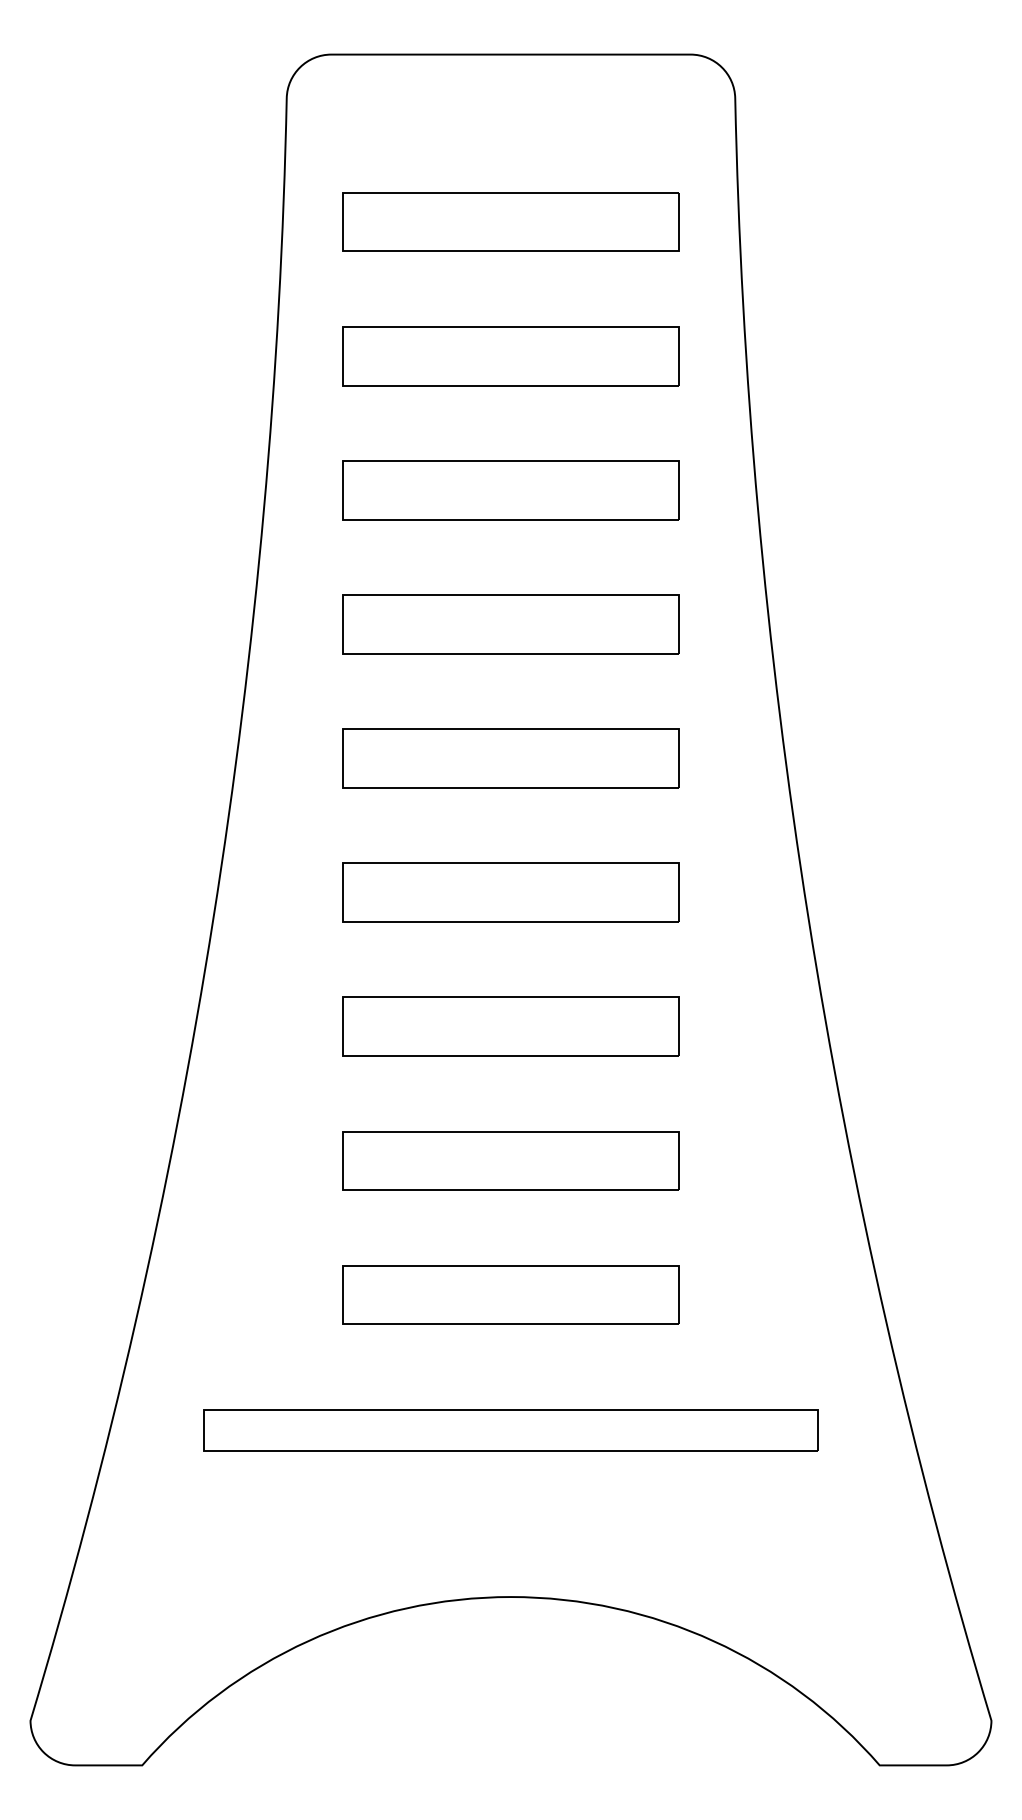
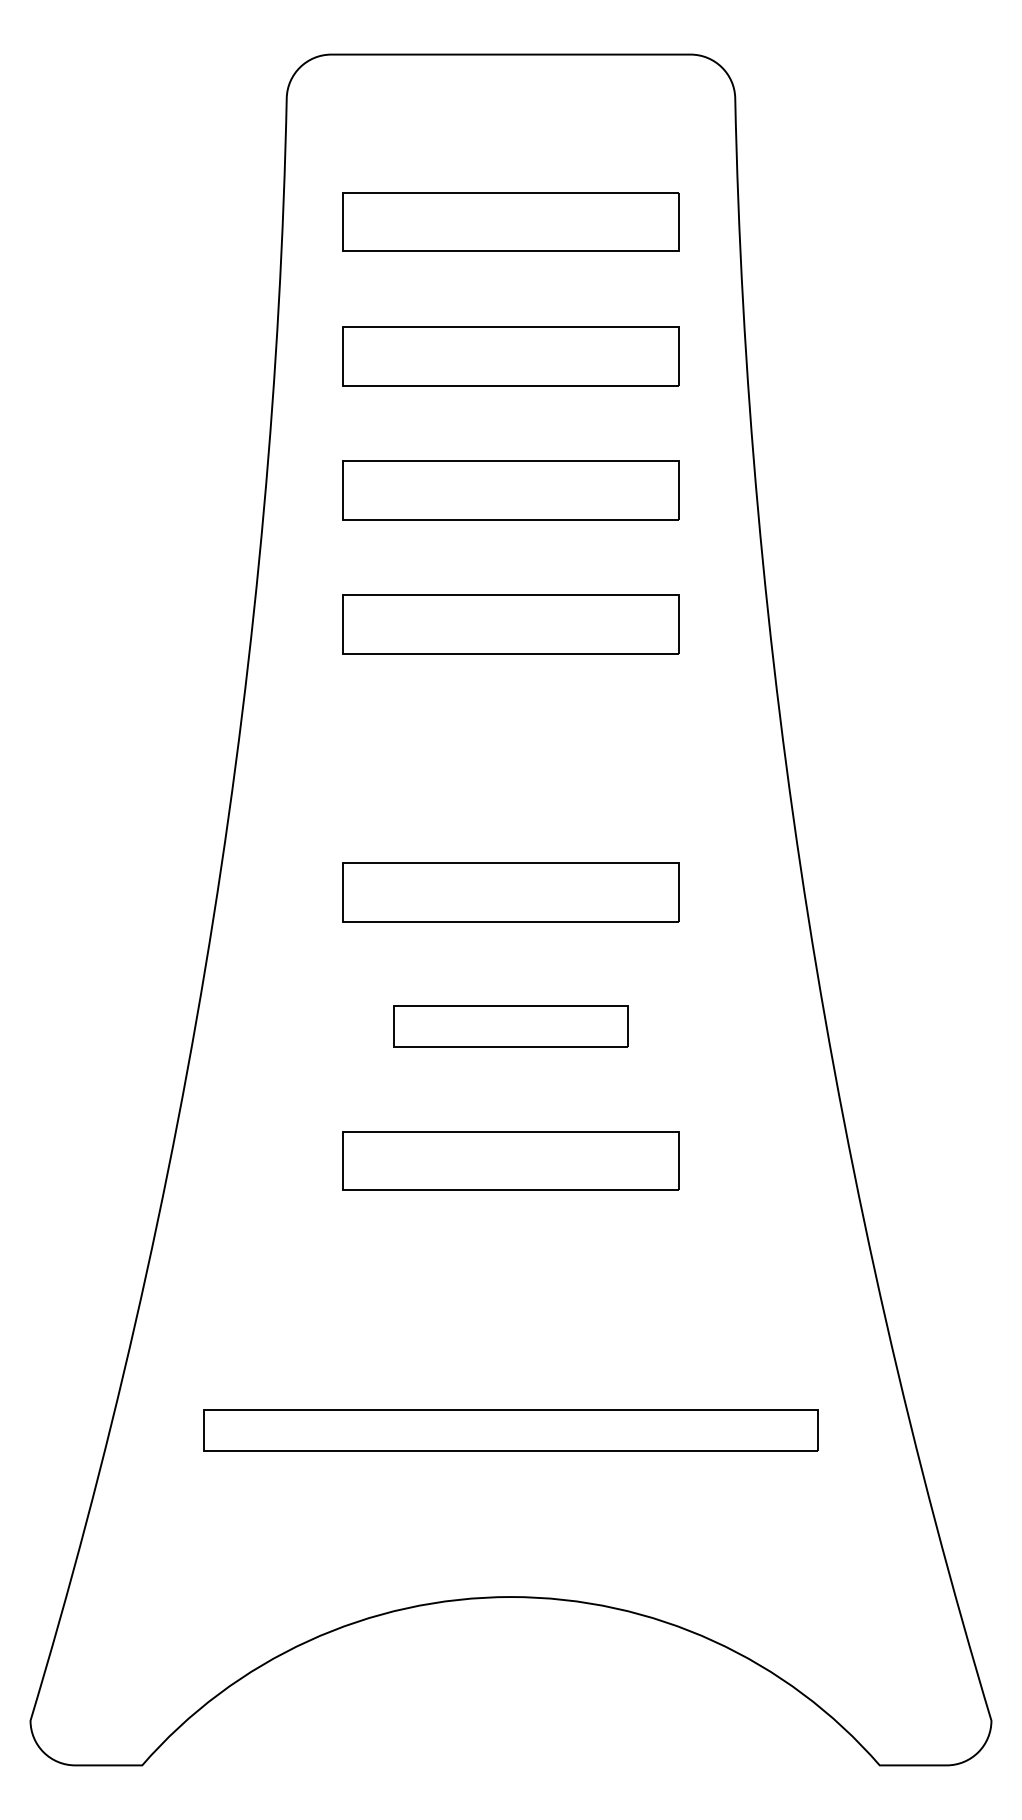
part at (510, 758): present -> none
part at (510, 1026) size: 338x61 px -> 236x43 px
part at (510, 1294): present -> none
